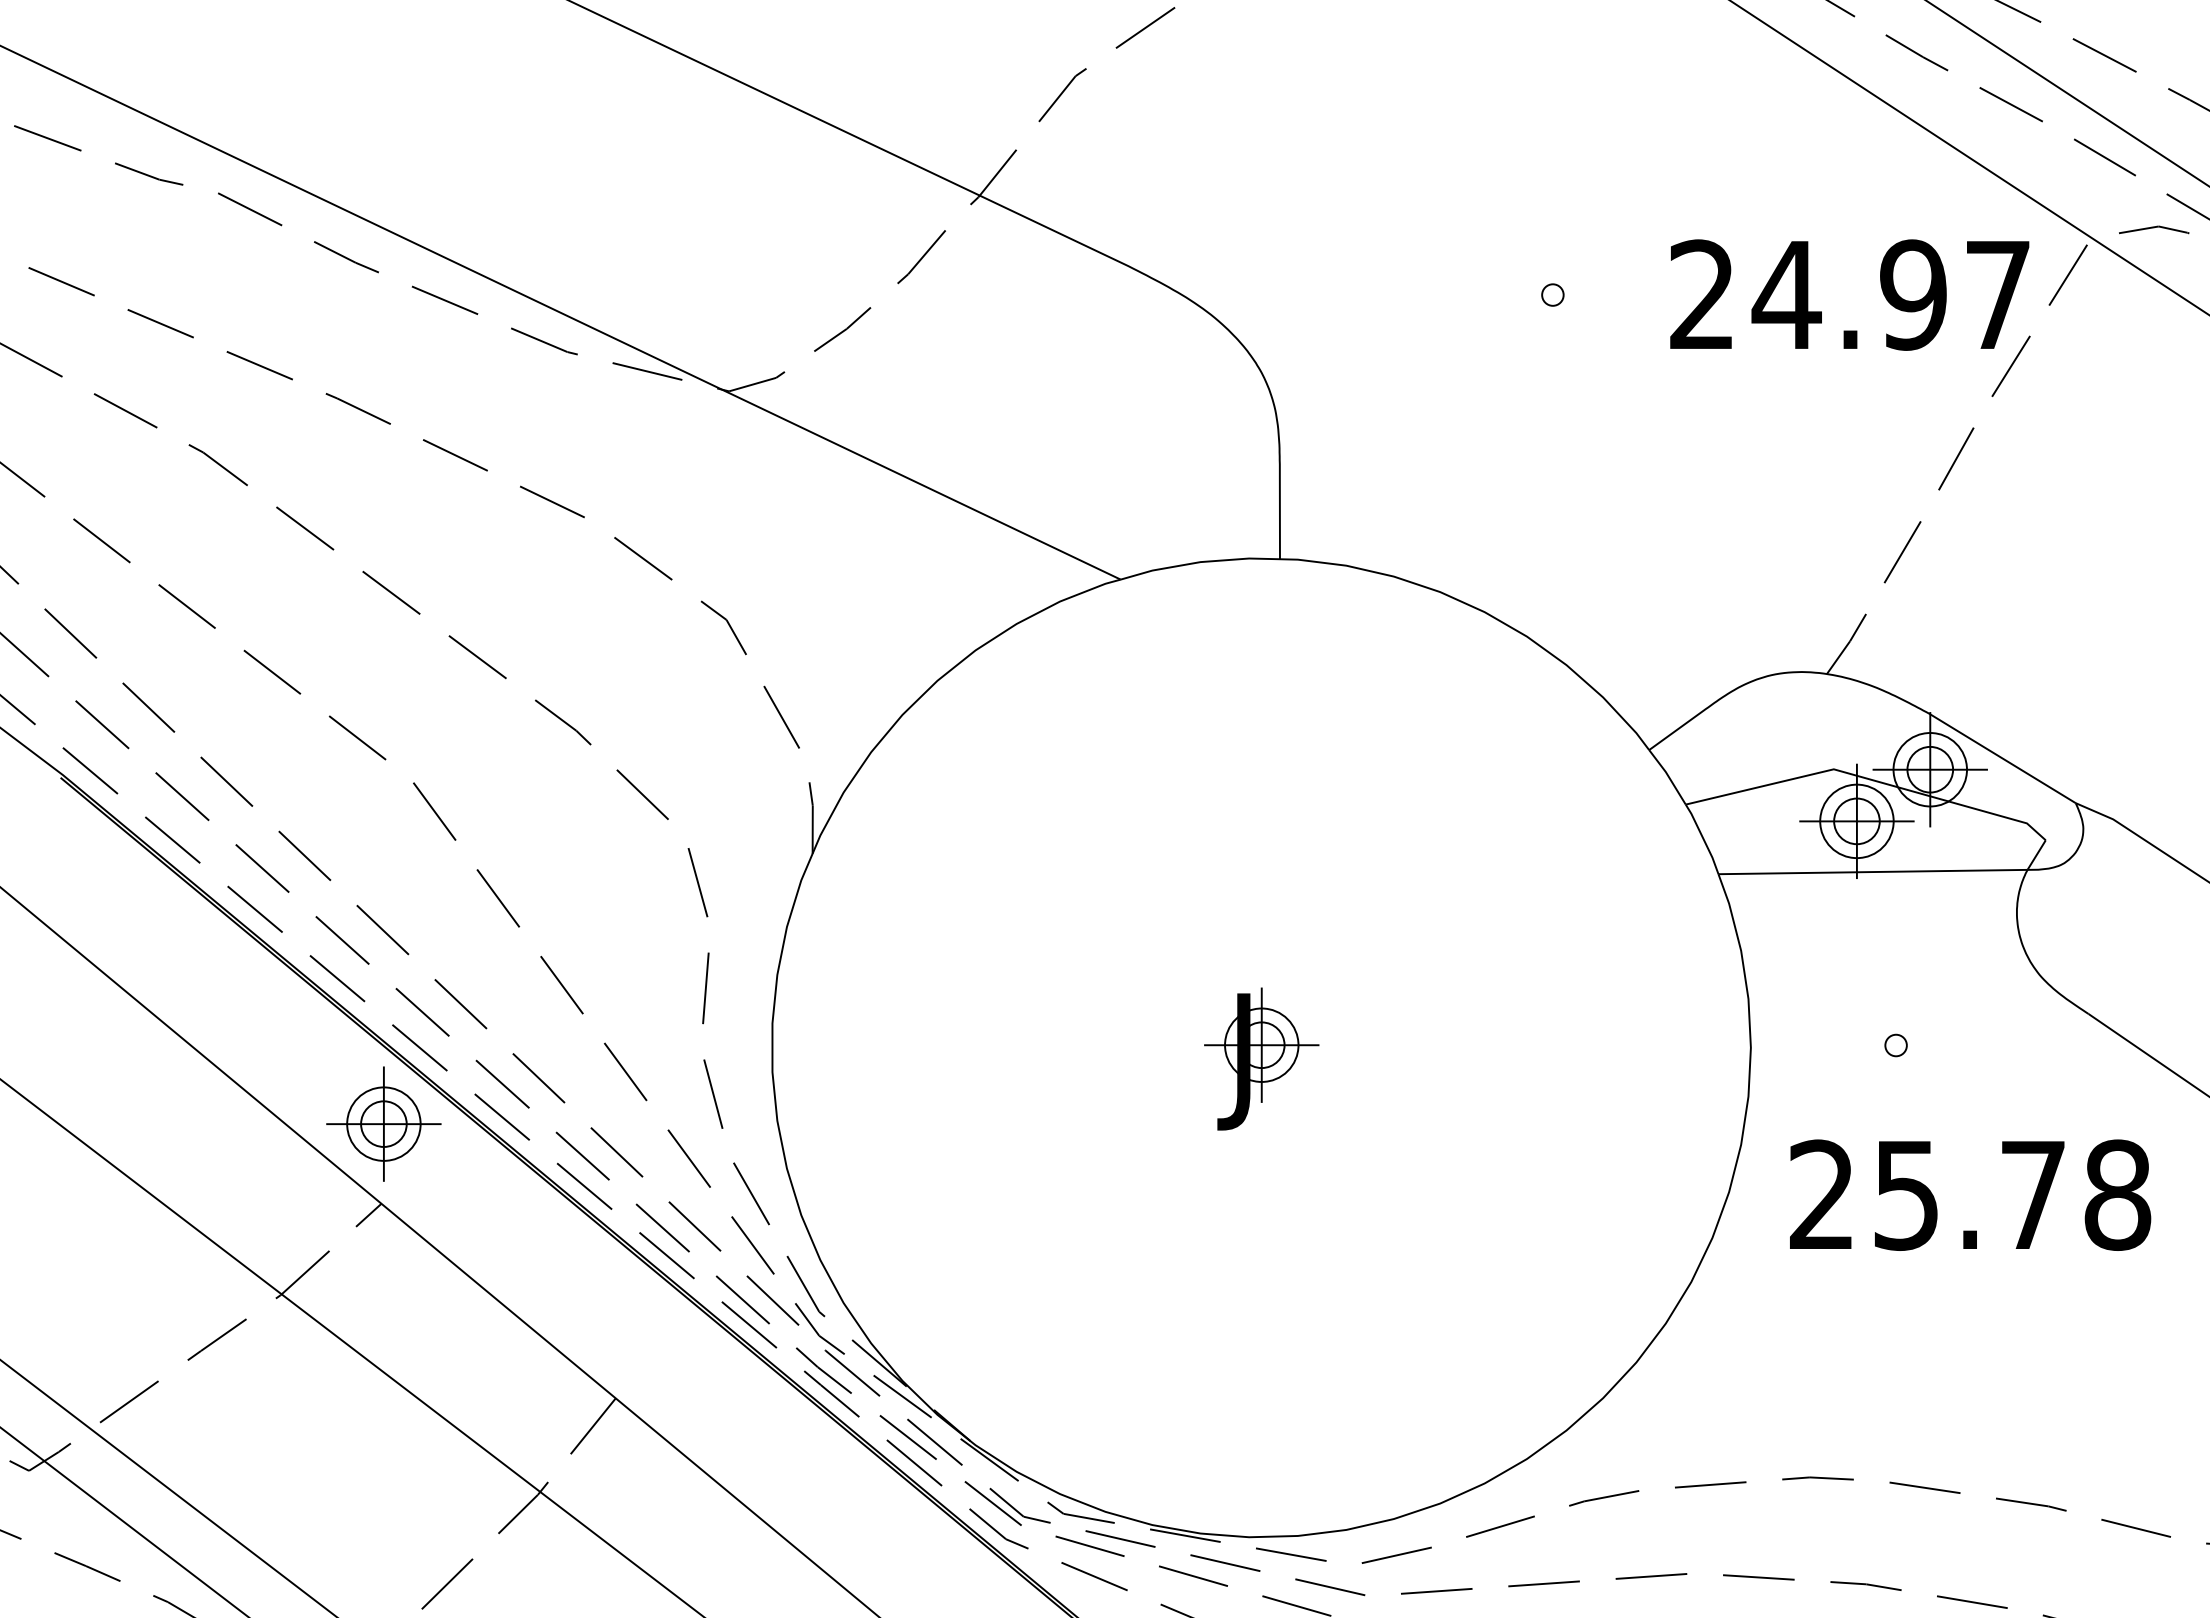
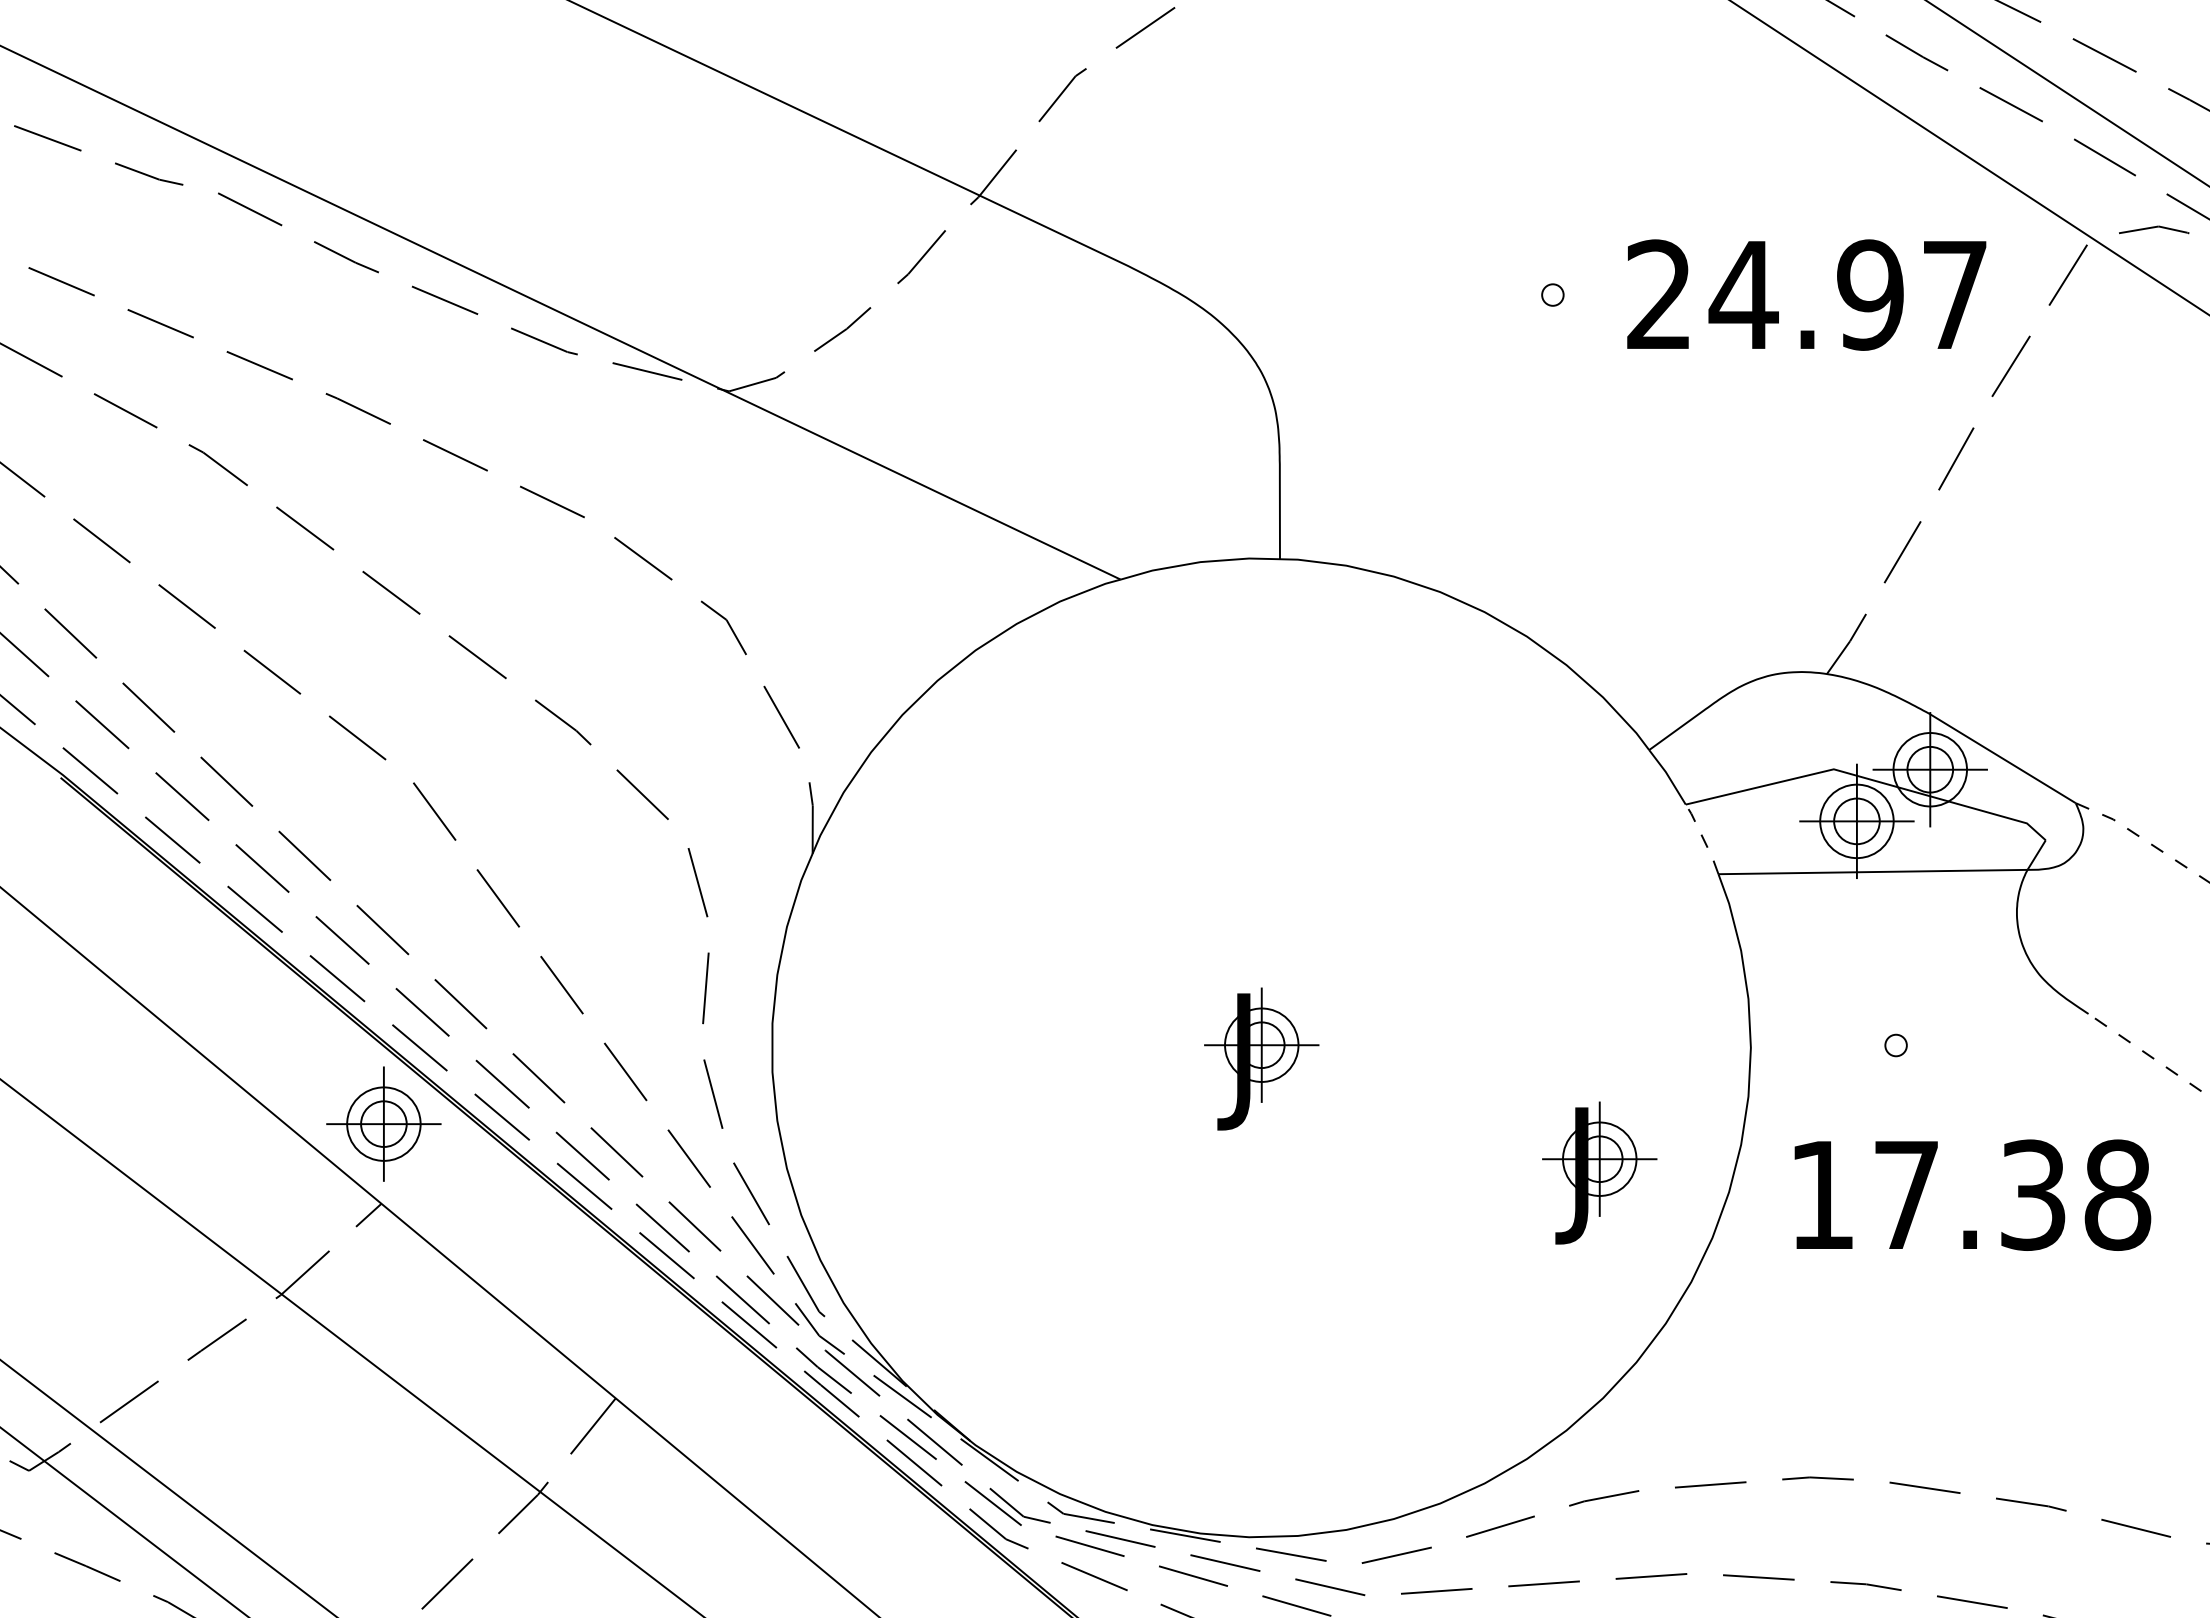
text at (1849, 294) position: (1849, 294) -> (1806, 294)
line at (1703, 838): solid -> dashed
line at (2143, 839): solid -> dashed
line at (2148, 1055): solid -> dashed
part at (1599, 1172): none -> present
text at (1927, 1194): 25.78 -> 17.38
